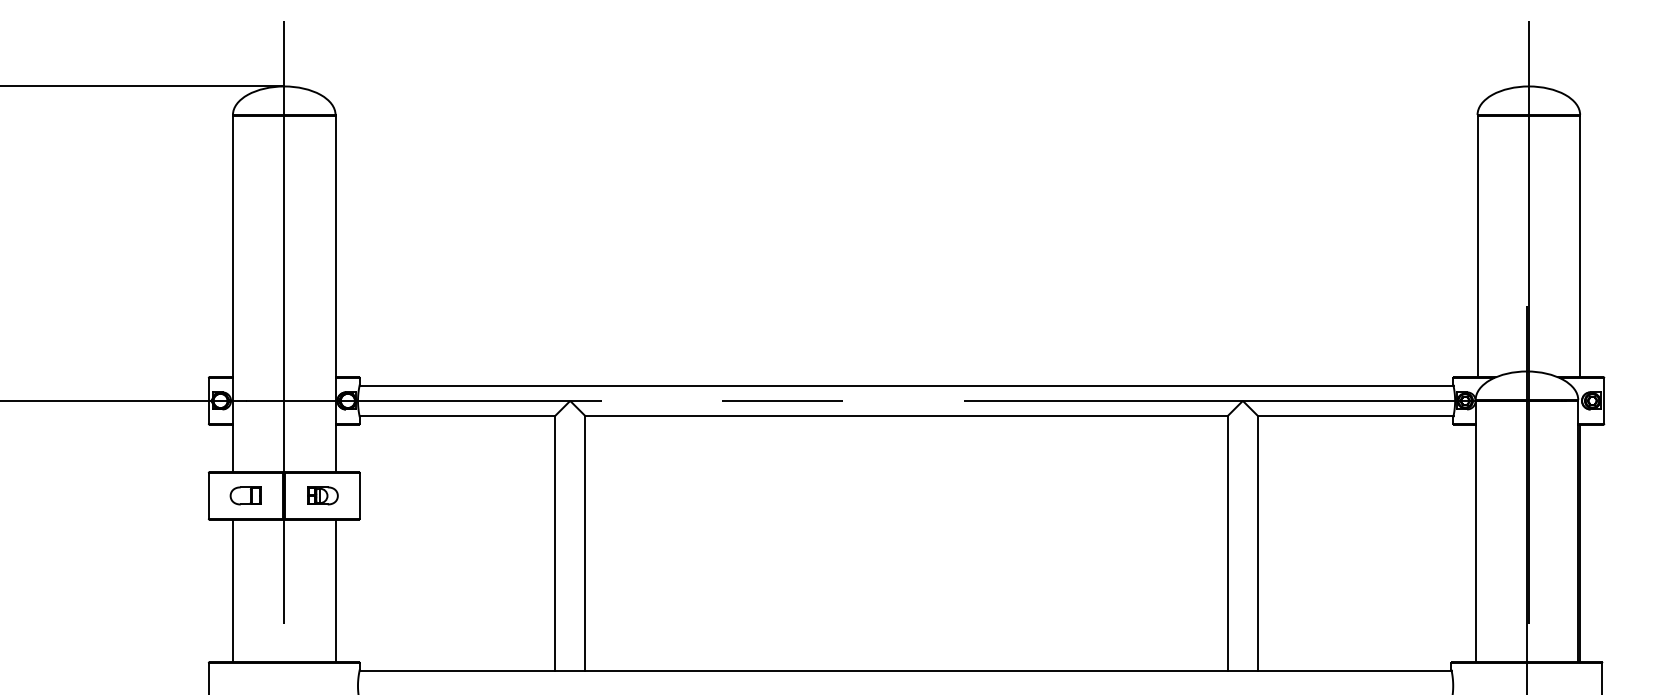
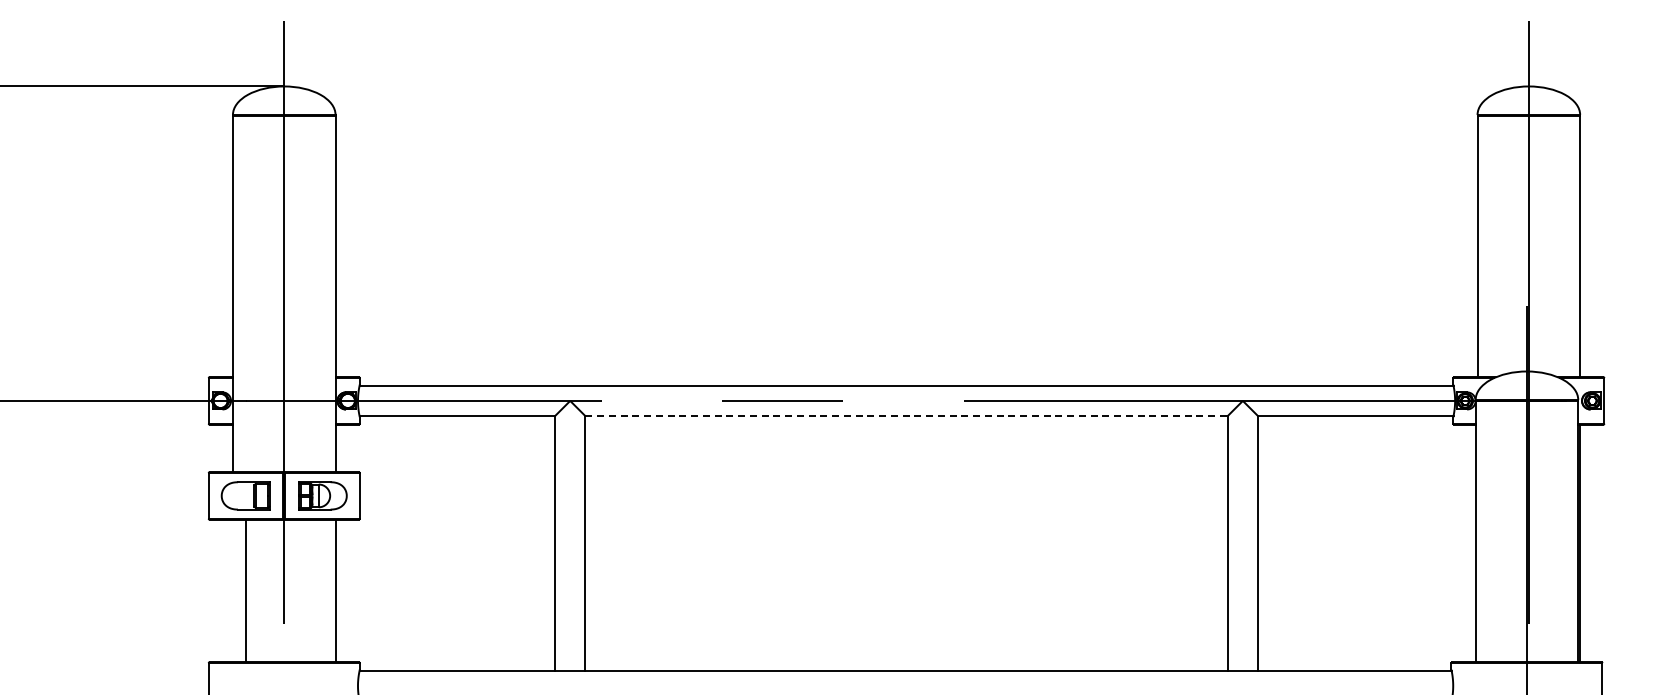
line at (907, 416): solid -> dashed
part at (245, 495) size: 33x20 px -> 51x30 px
part at (322, 495) size: 32x20 px -> 50x30 px
line at (232, 590) position: (232, 590) -> (245, 590)
